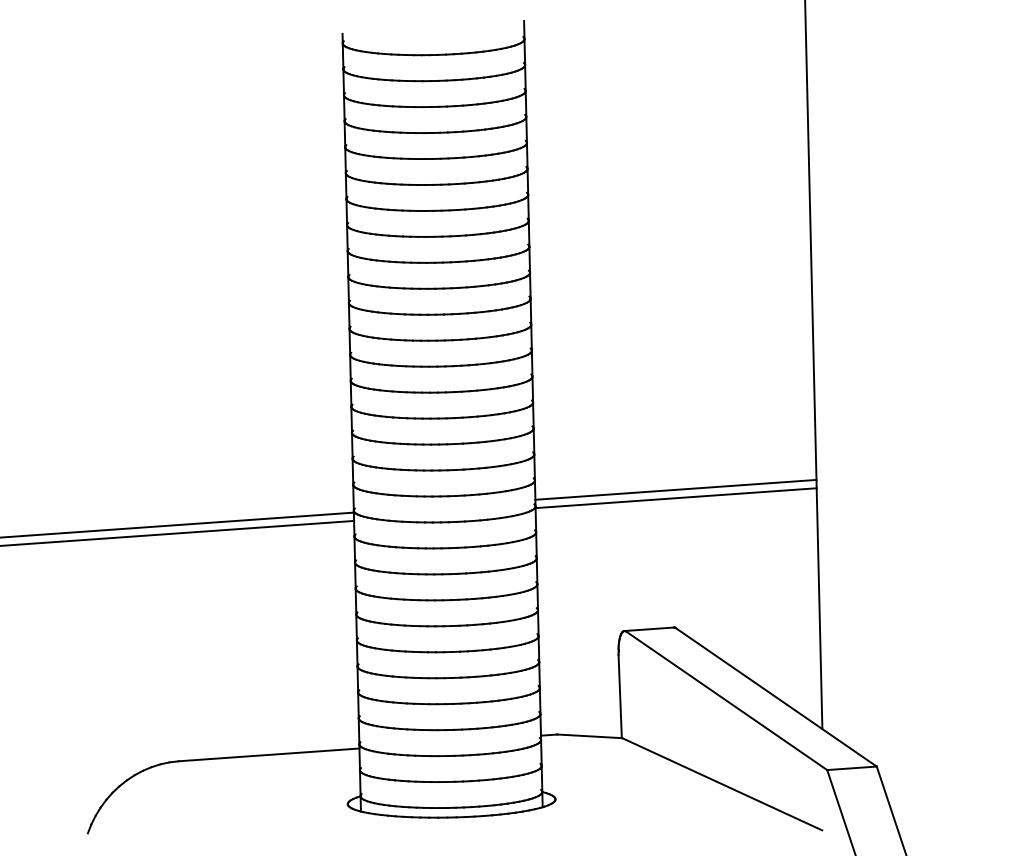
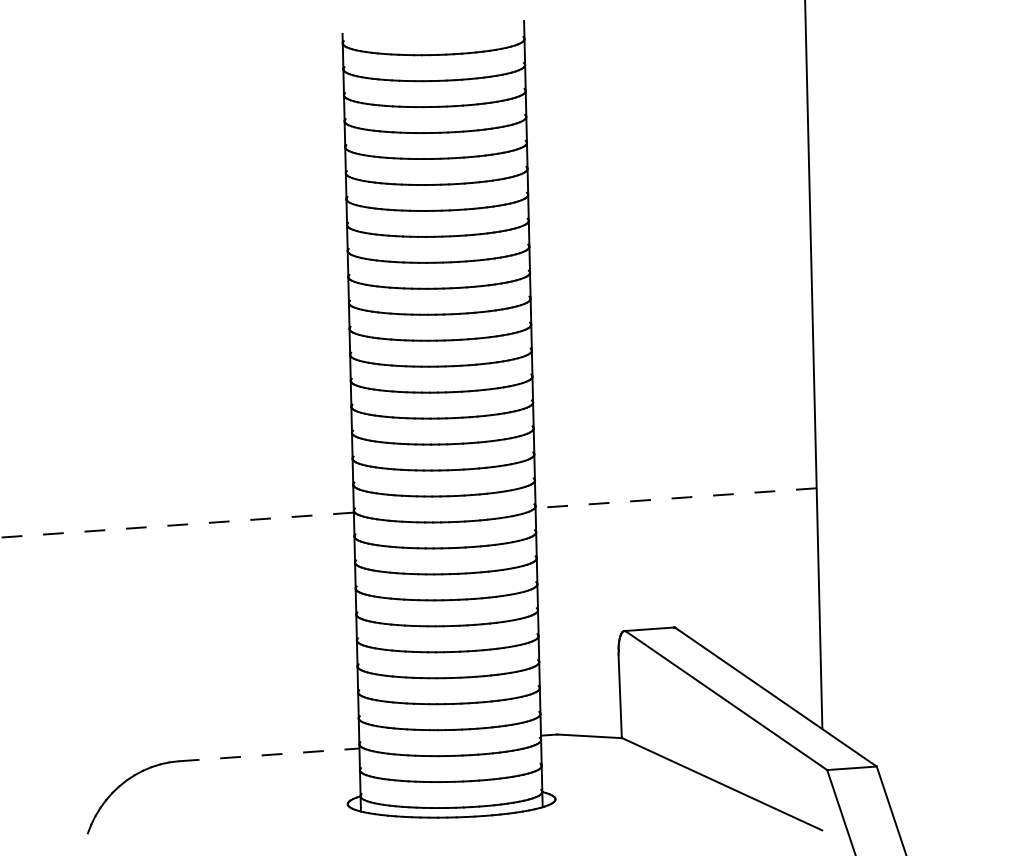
line at (675, 489): present -> none
line at (676, 498): solid -> dashed
line at (176, 525): solid -> dashed
line at (178, 532): present -> none
line at (269, 754): solid -> dashed
